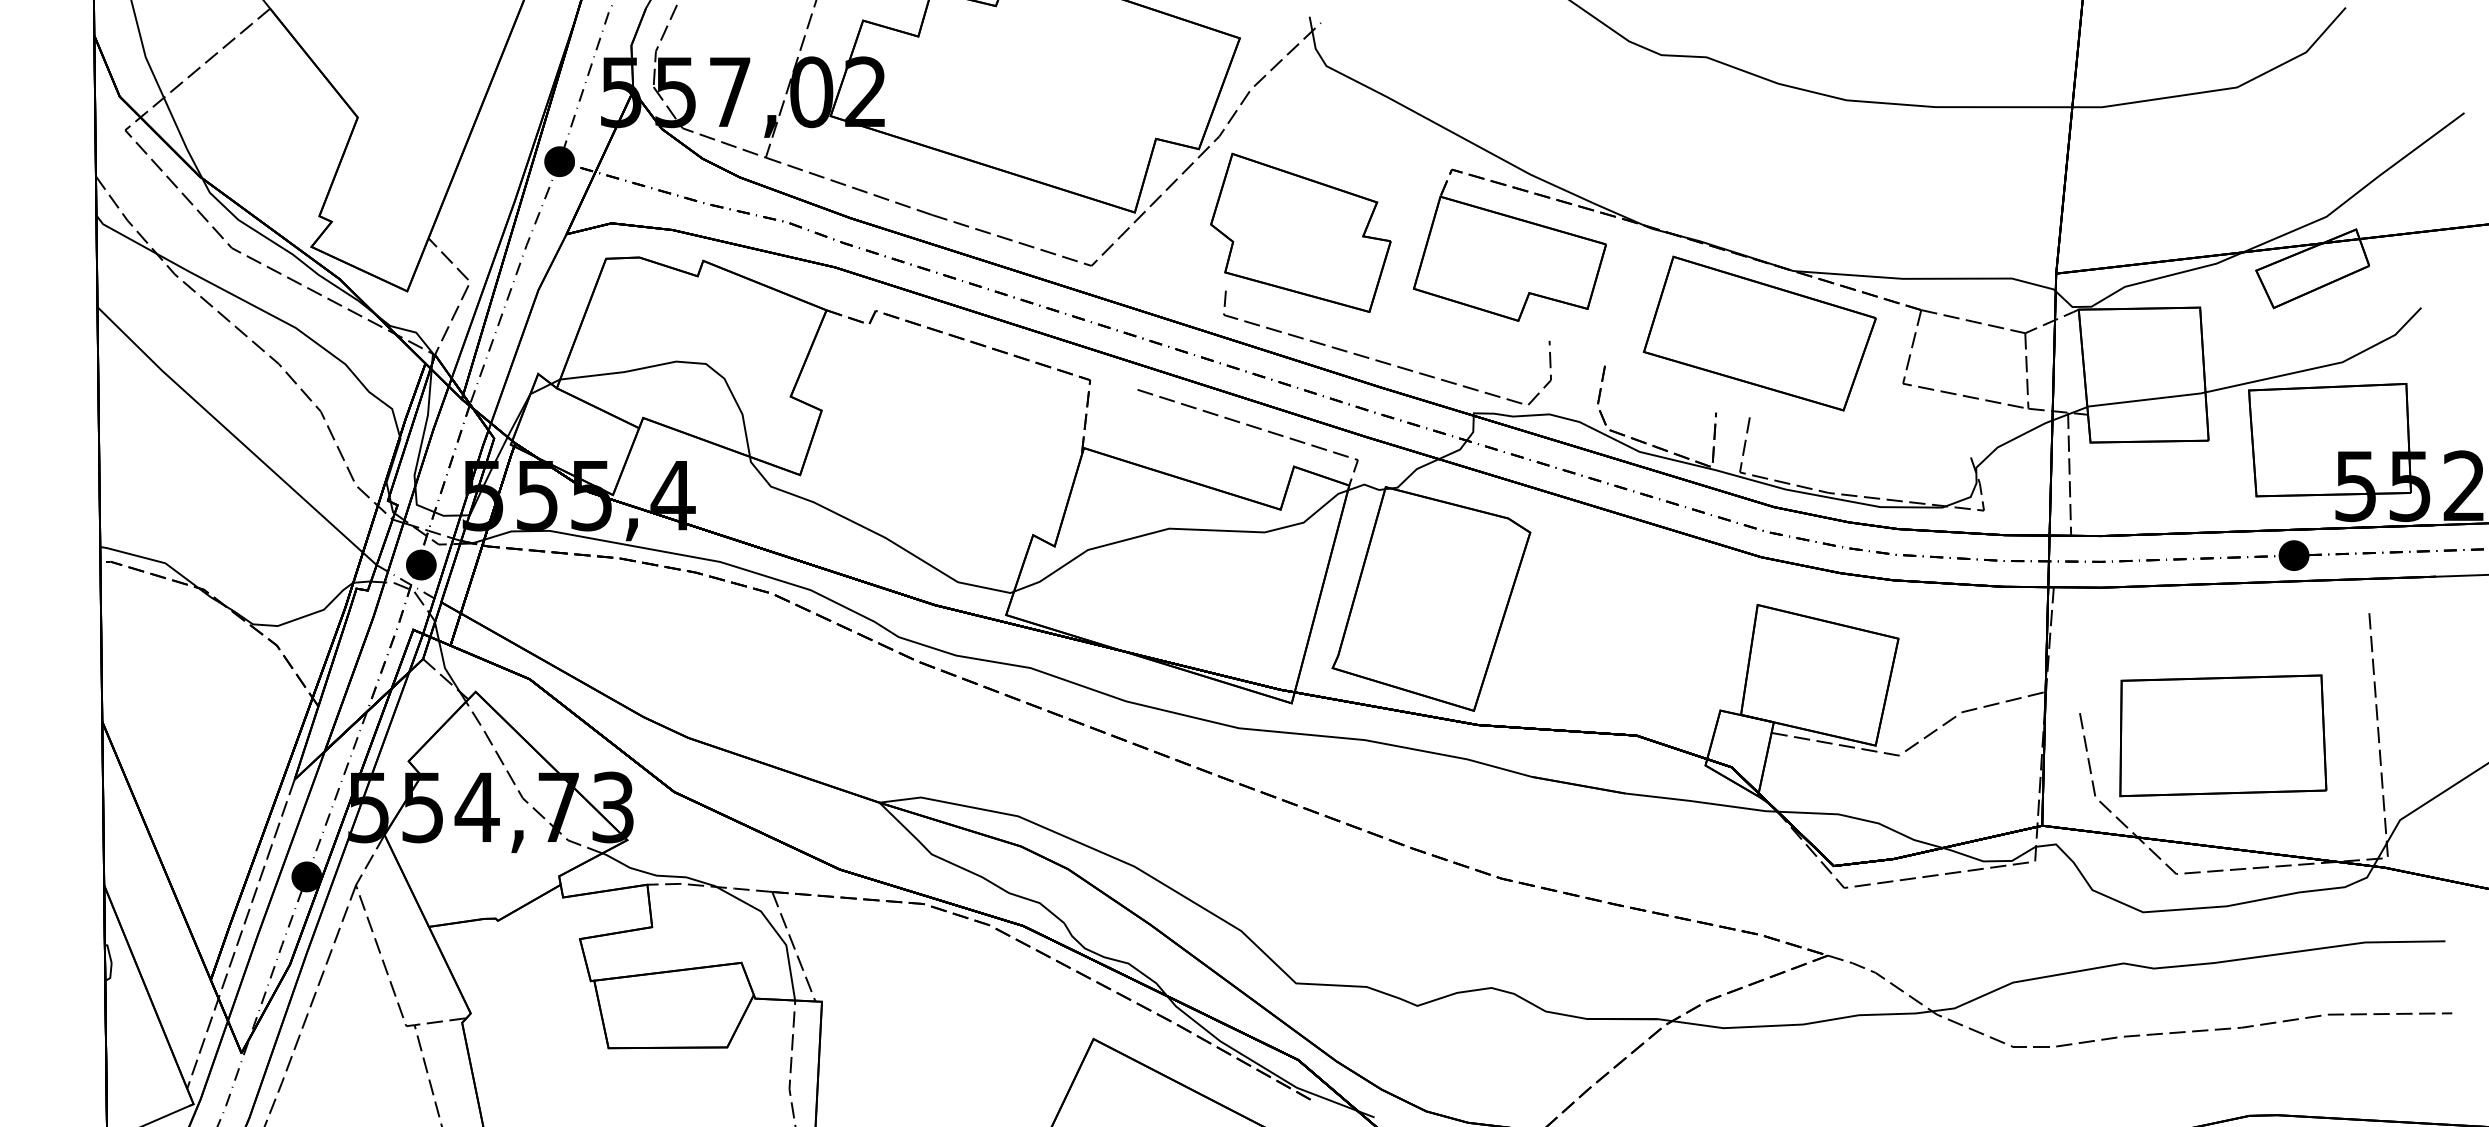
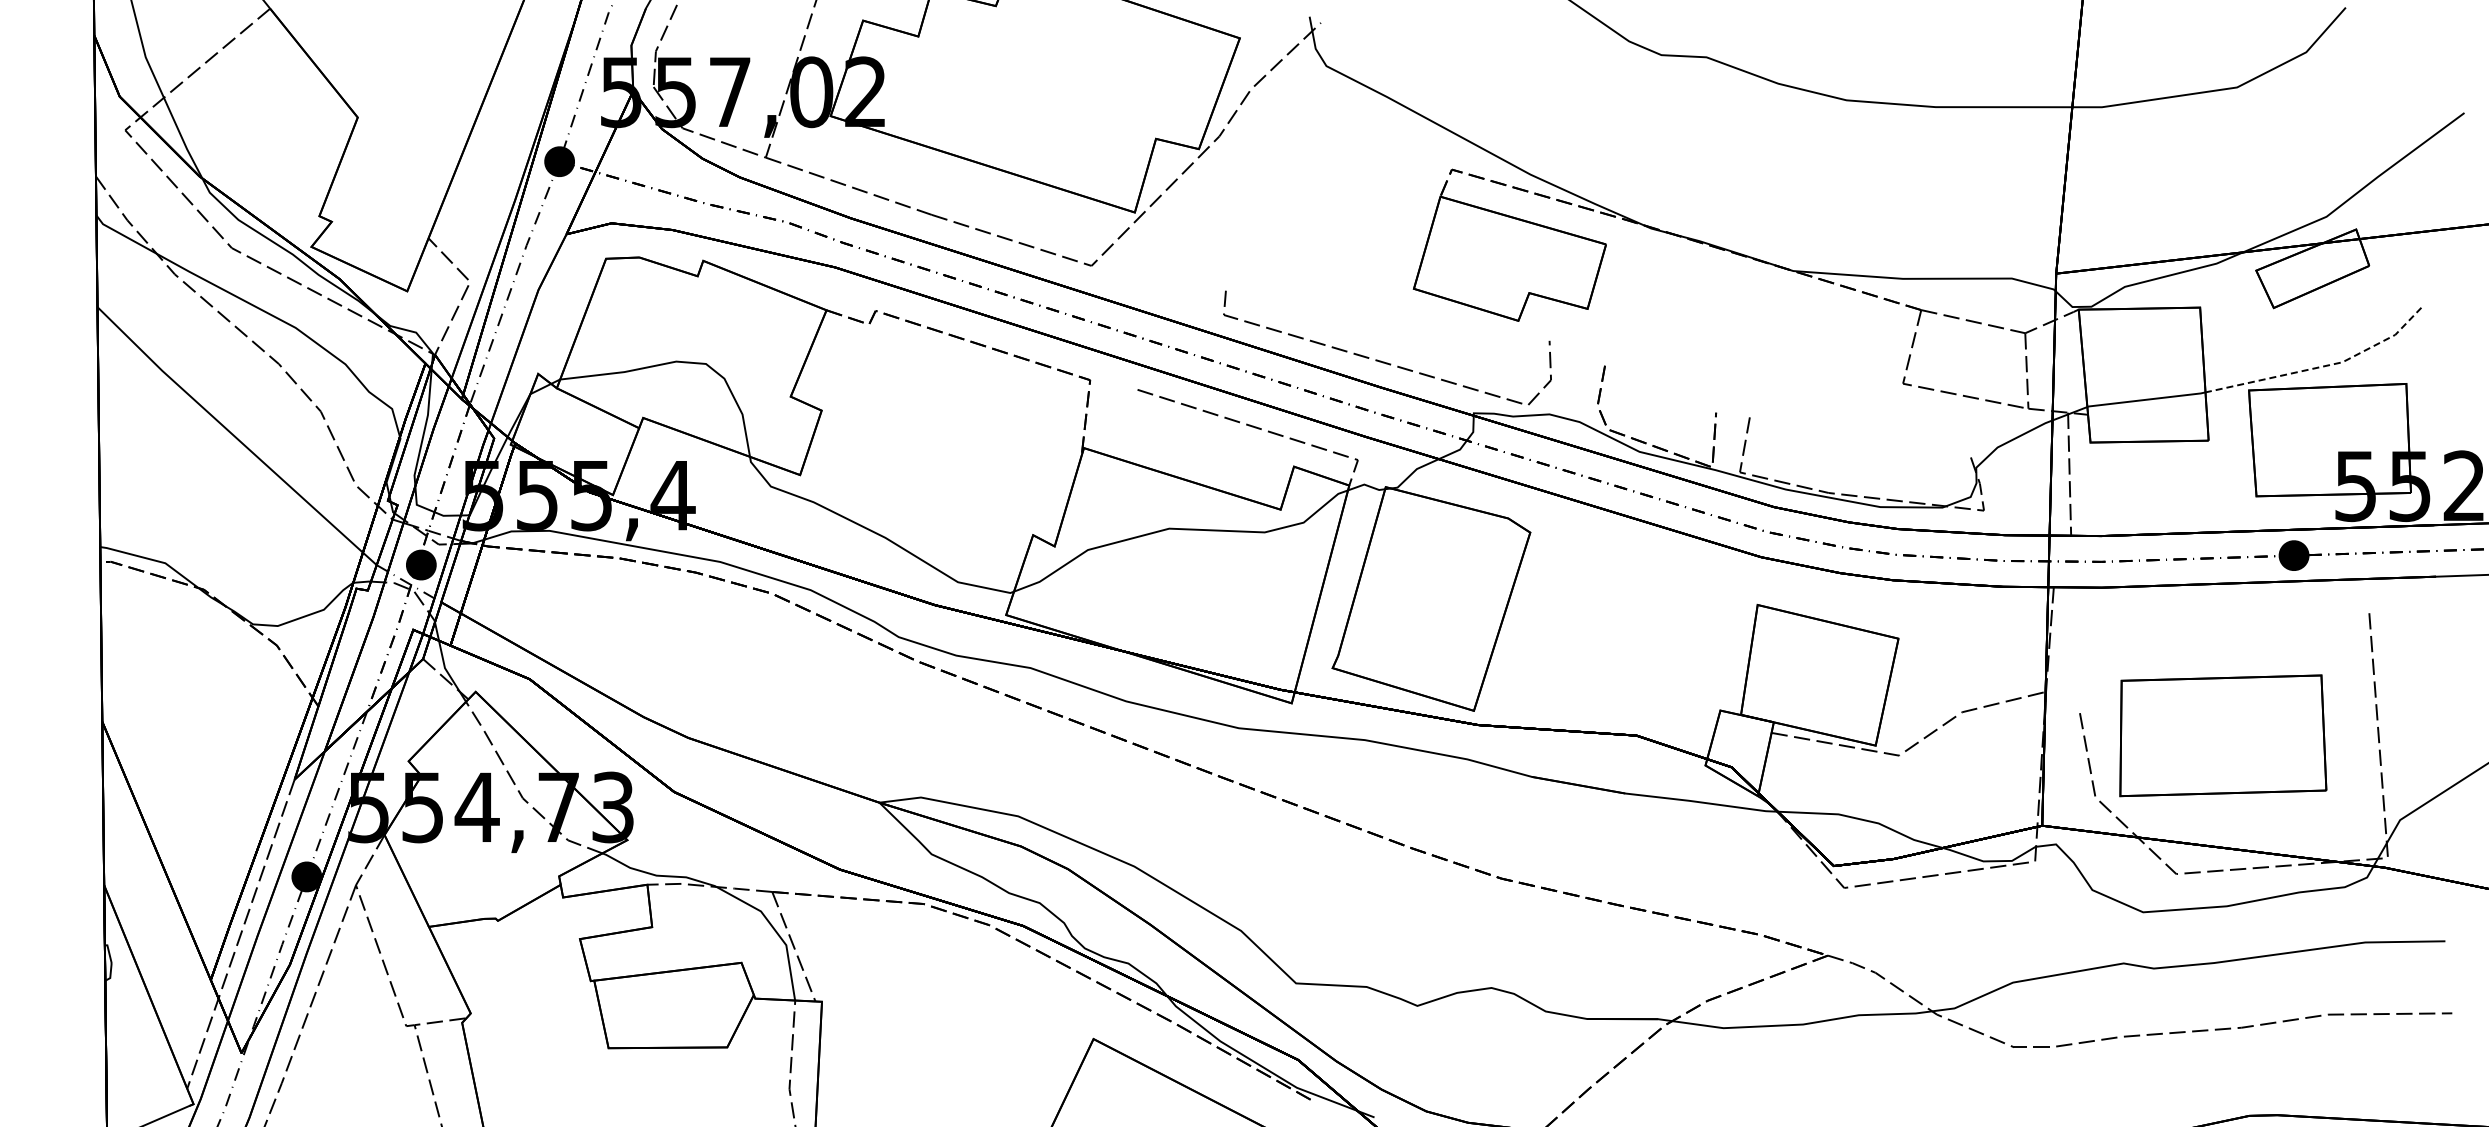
part at (1300, 232): present -> none
part at (1759, 333): present -> none
line at (2322, 366): solid -> dashed
